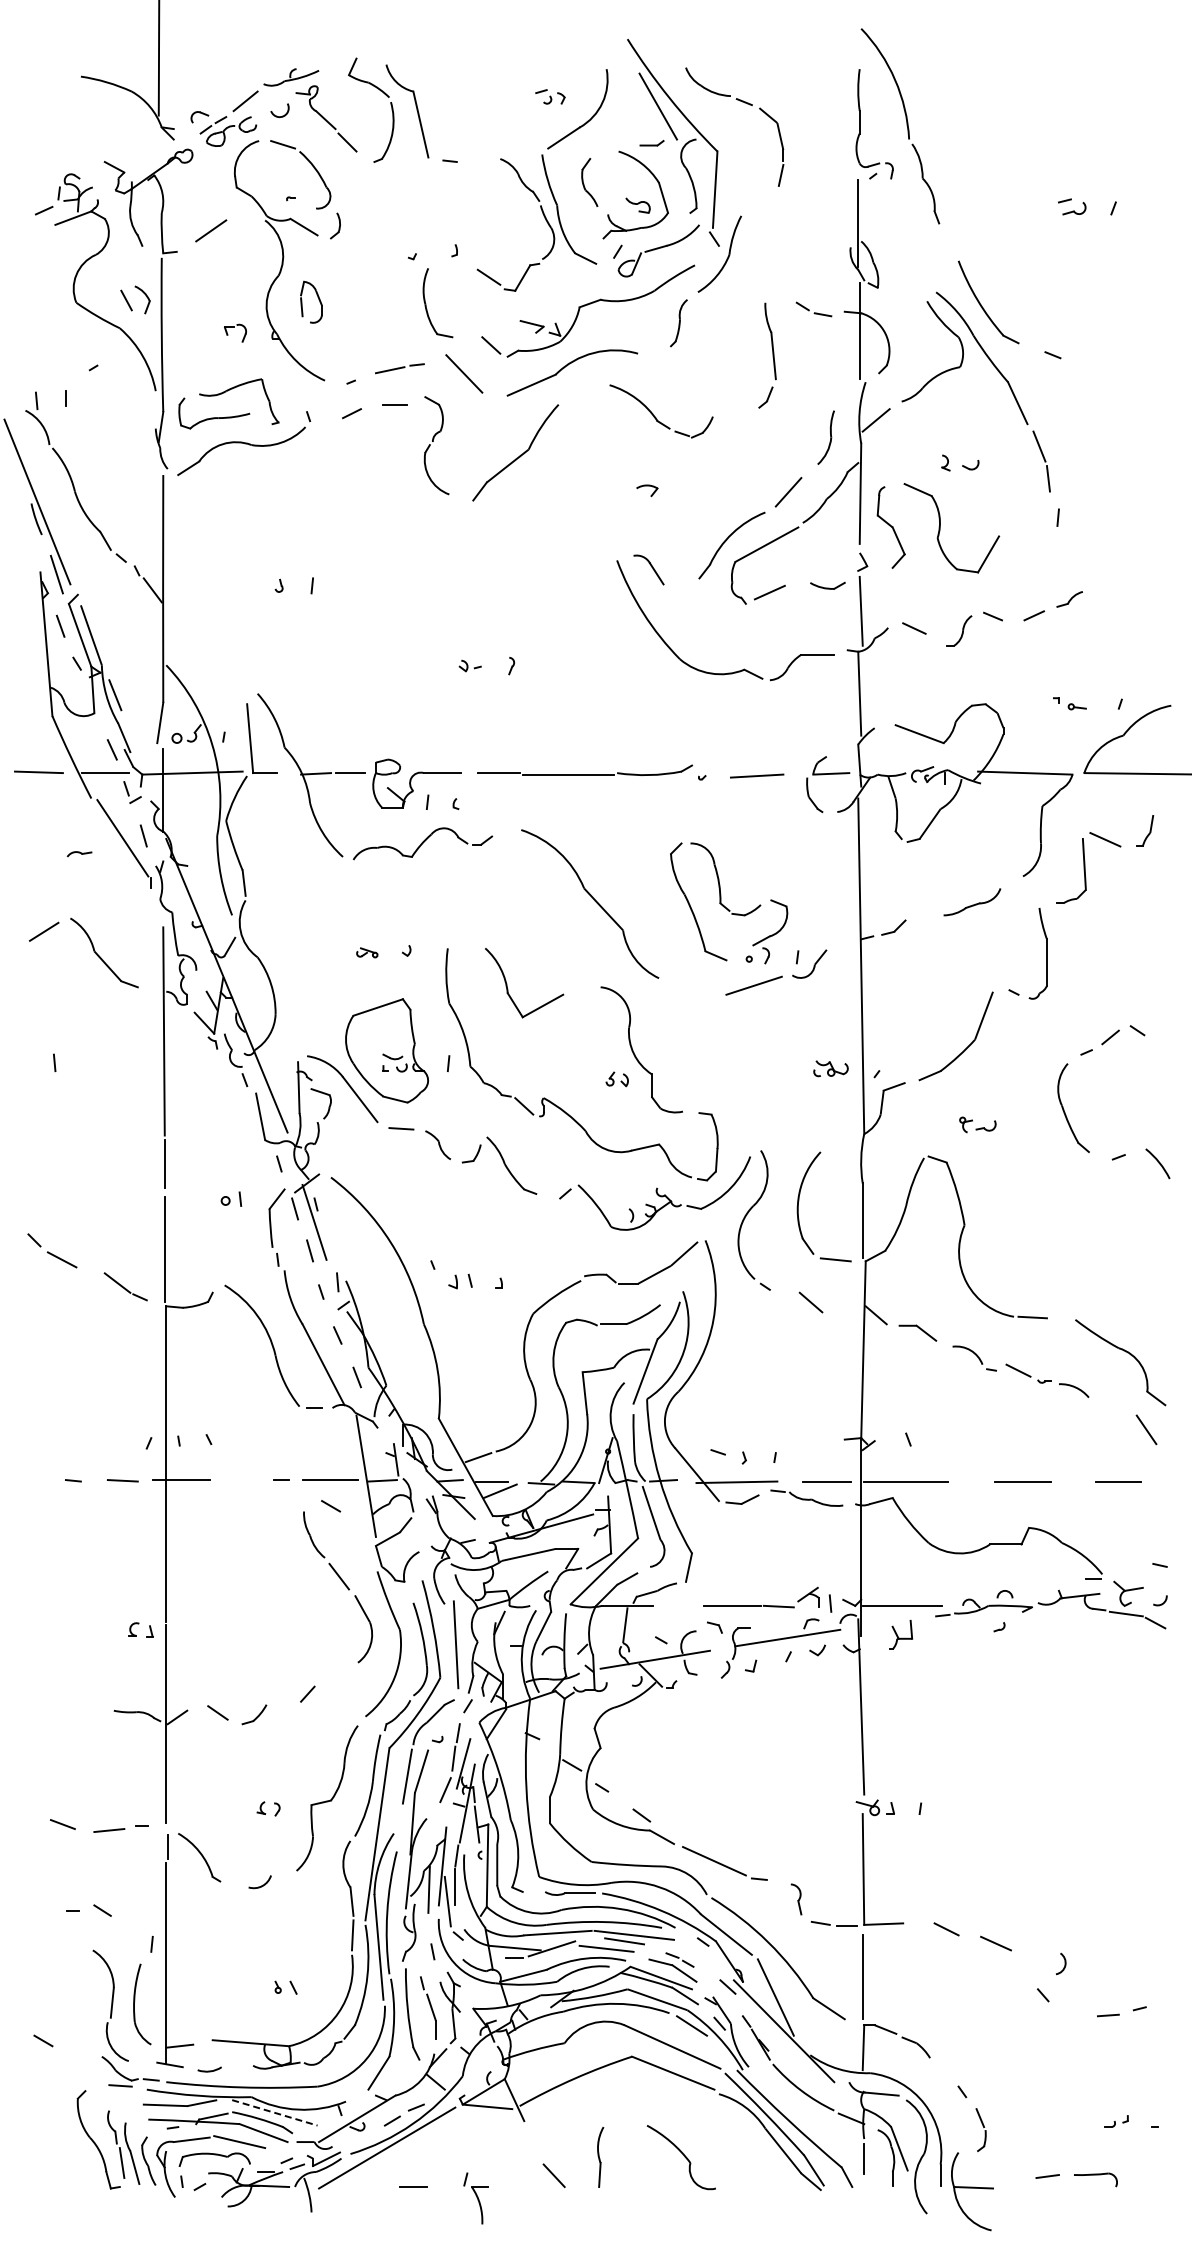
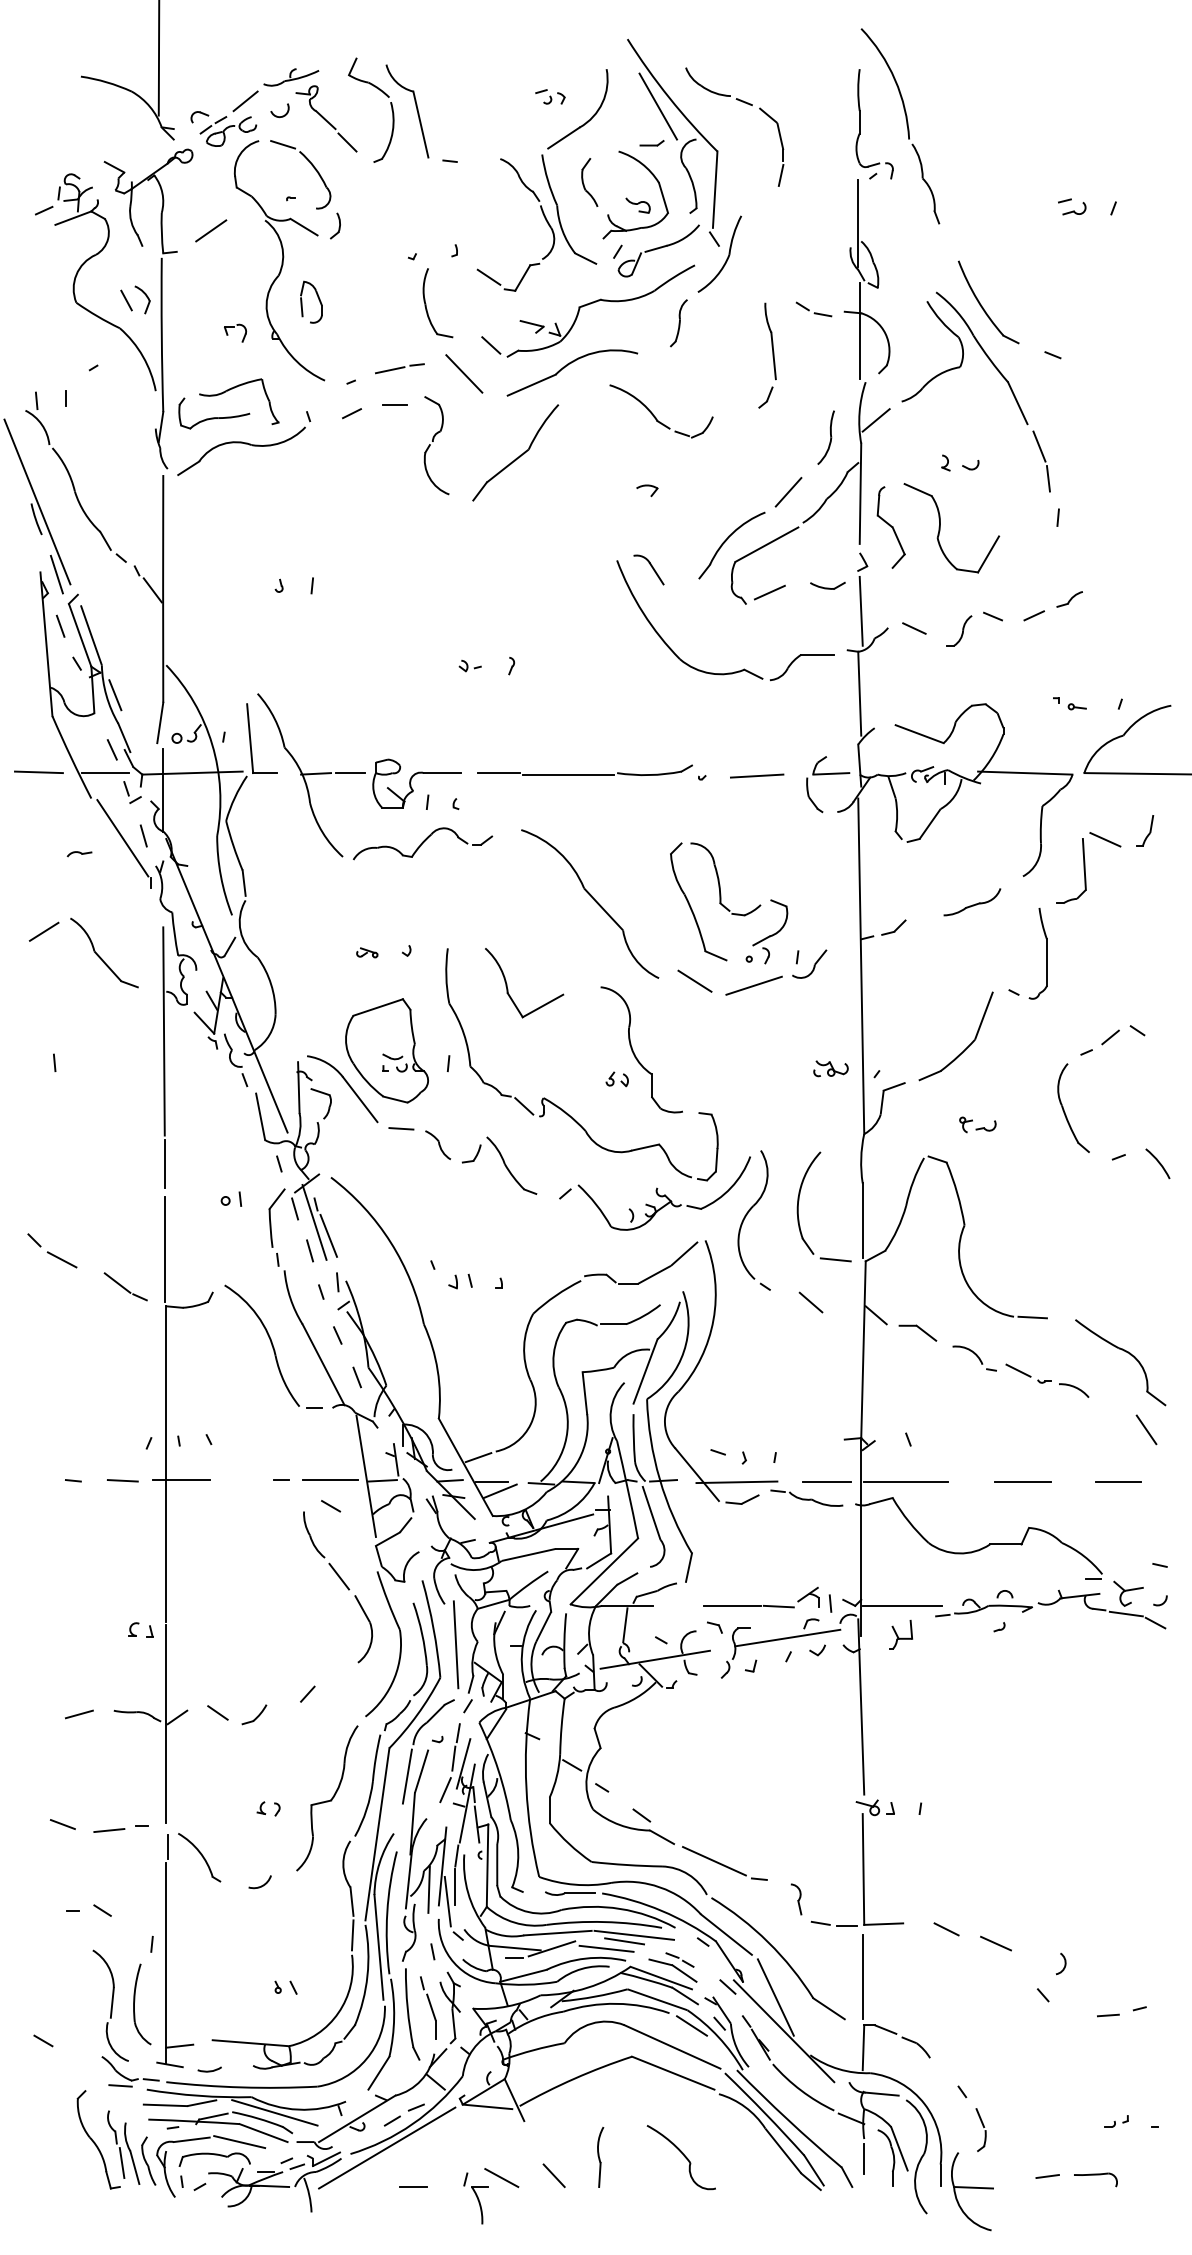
line at (694, 980): none -> present
line at (328, 1235): none -> present
line at (78, 1714): none -> present
line at (274, 2112): dashed -> solid
line at (501, 2178): none -> present
